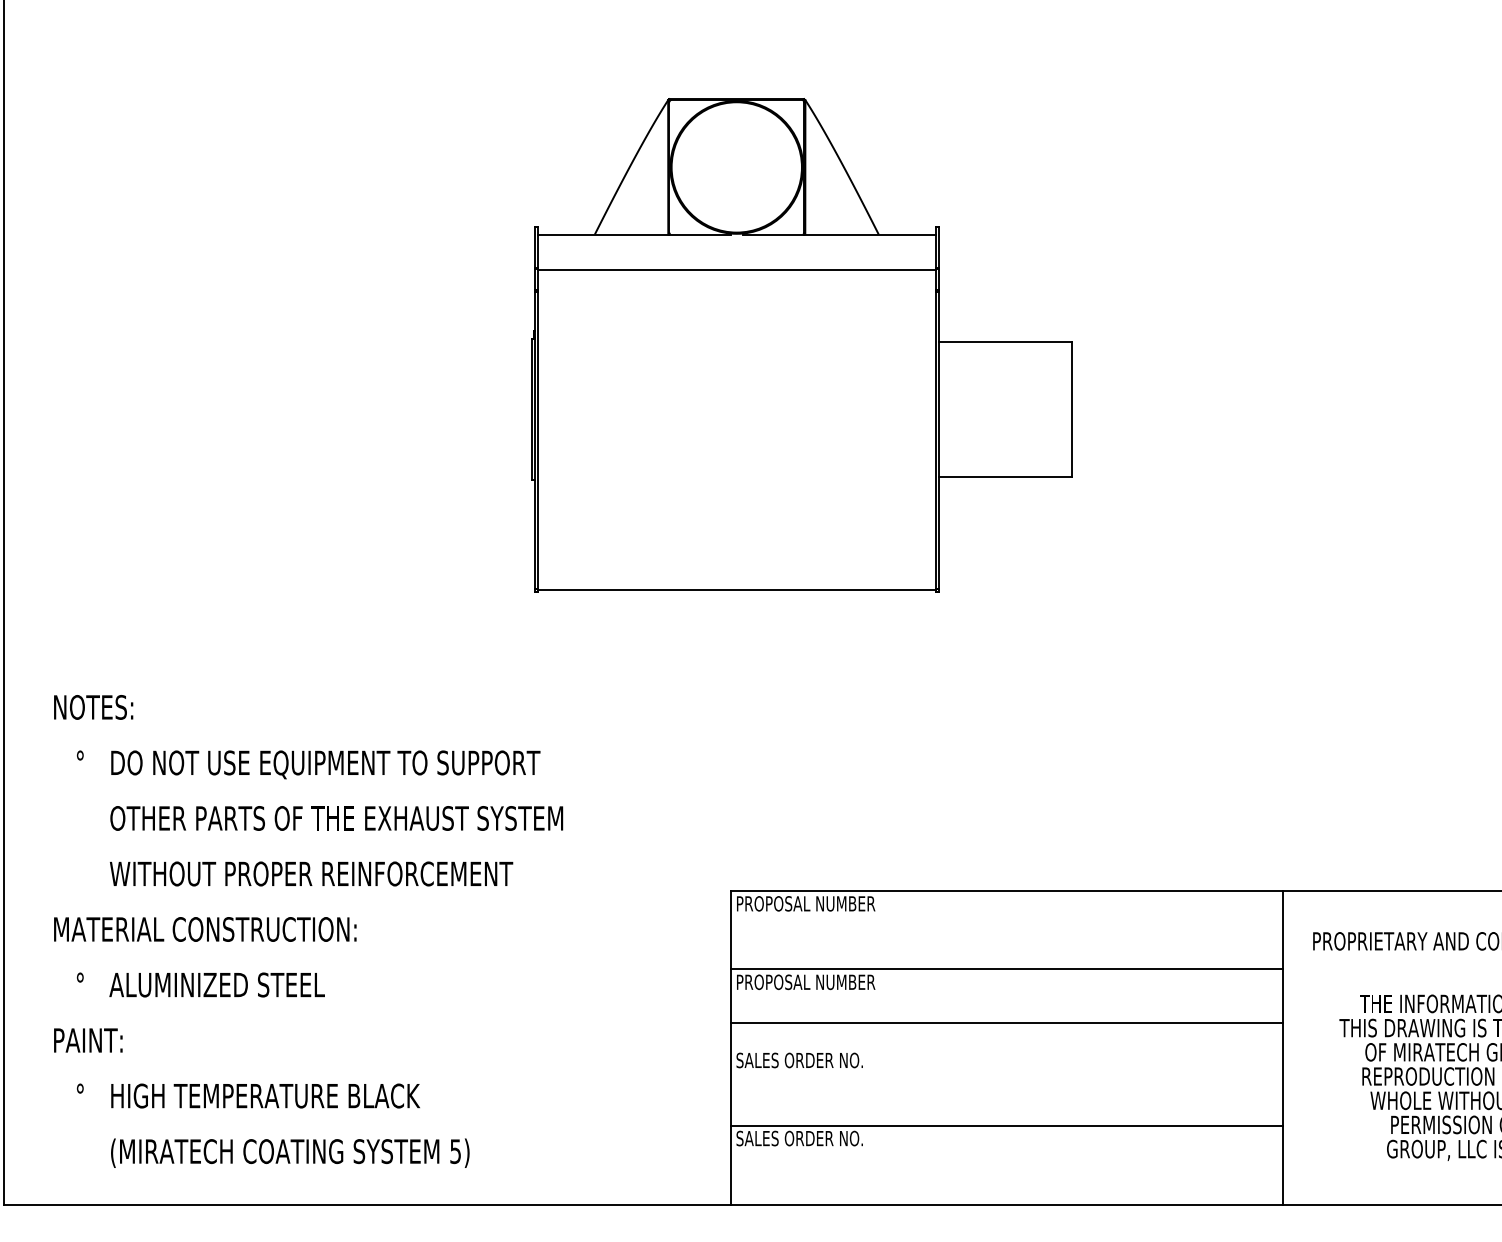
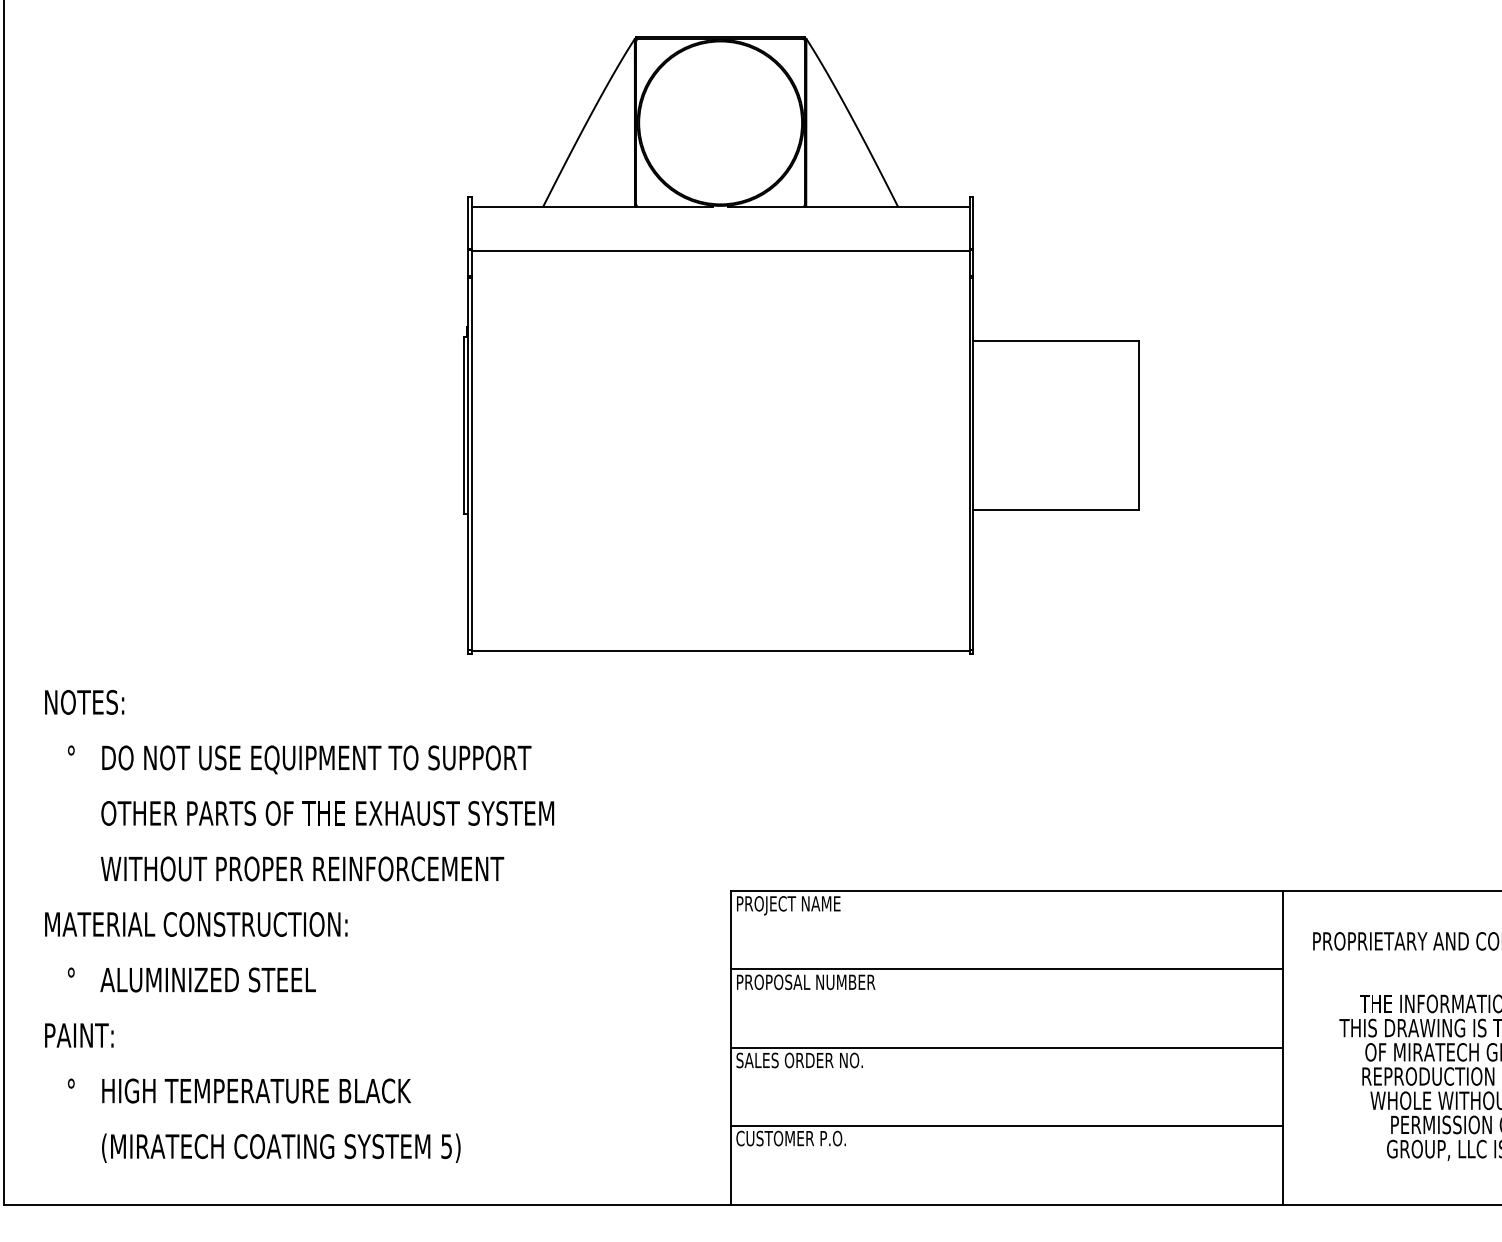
part at (801, 345) size: 542x495 px -> 677x619 px
text at (819, 905): PROPOSAL NUMBER -> PROJECT NAME
text at (308, 931) position: (308, 931) -> (299, 926)
line at (1006, 1022) position: (1006, 1022) -> (1006, 1047)
text at (799, 1138): SALES ORDER NO. -> CUSTOMER P.O.
